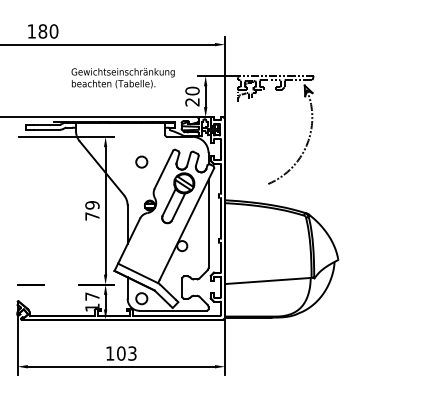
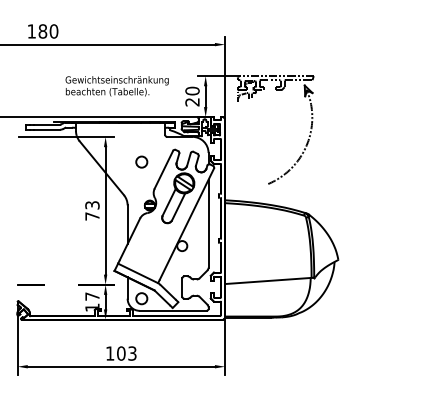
text at (122, 78) position: (122, 78) -> (116, 86)
text at (92, 205): 79 -> 73
